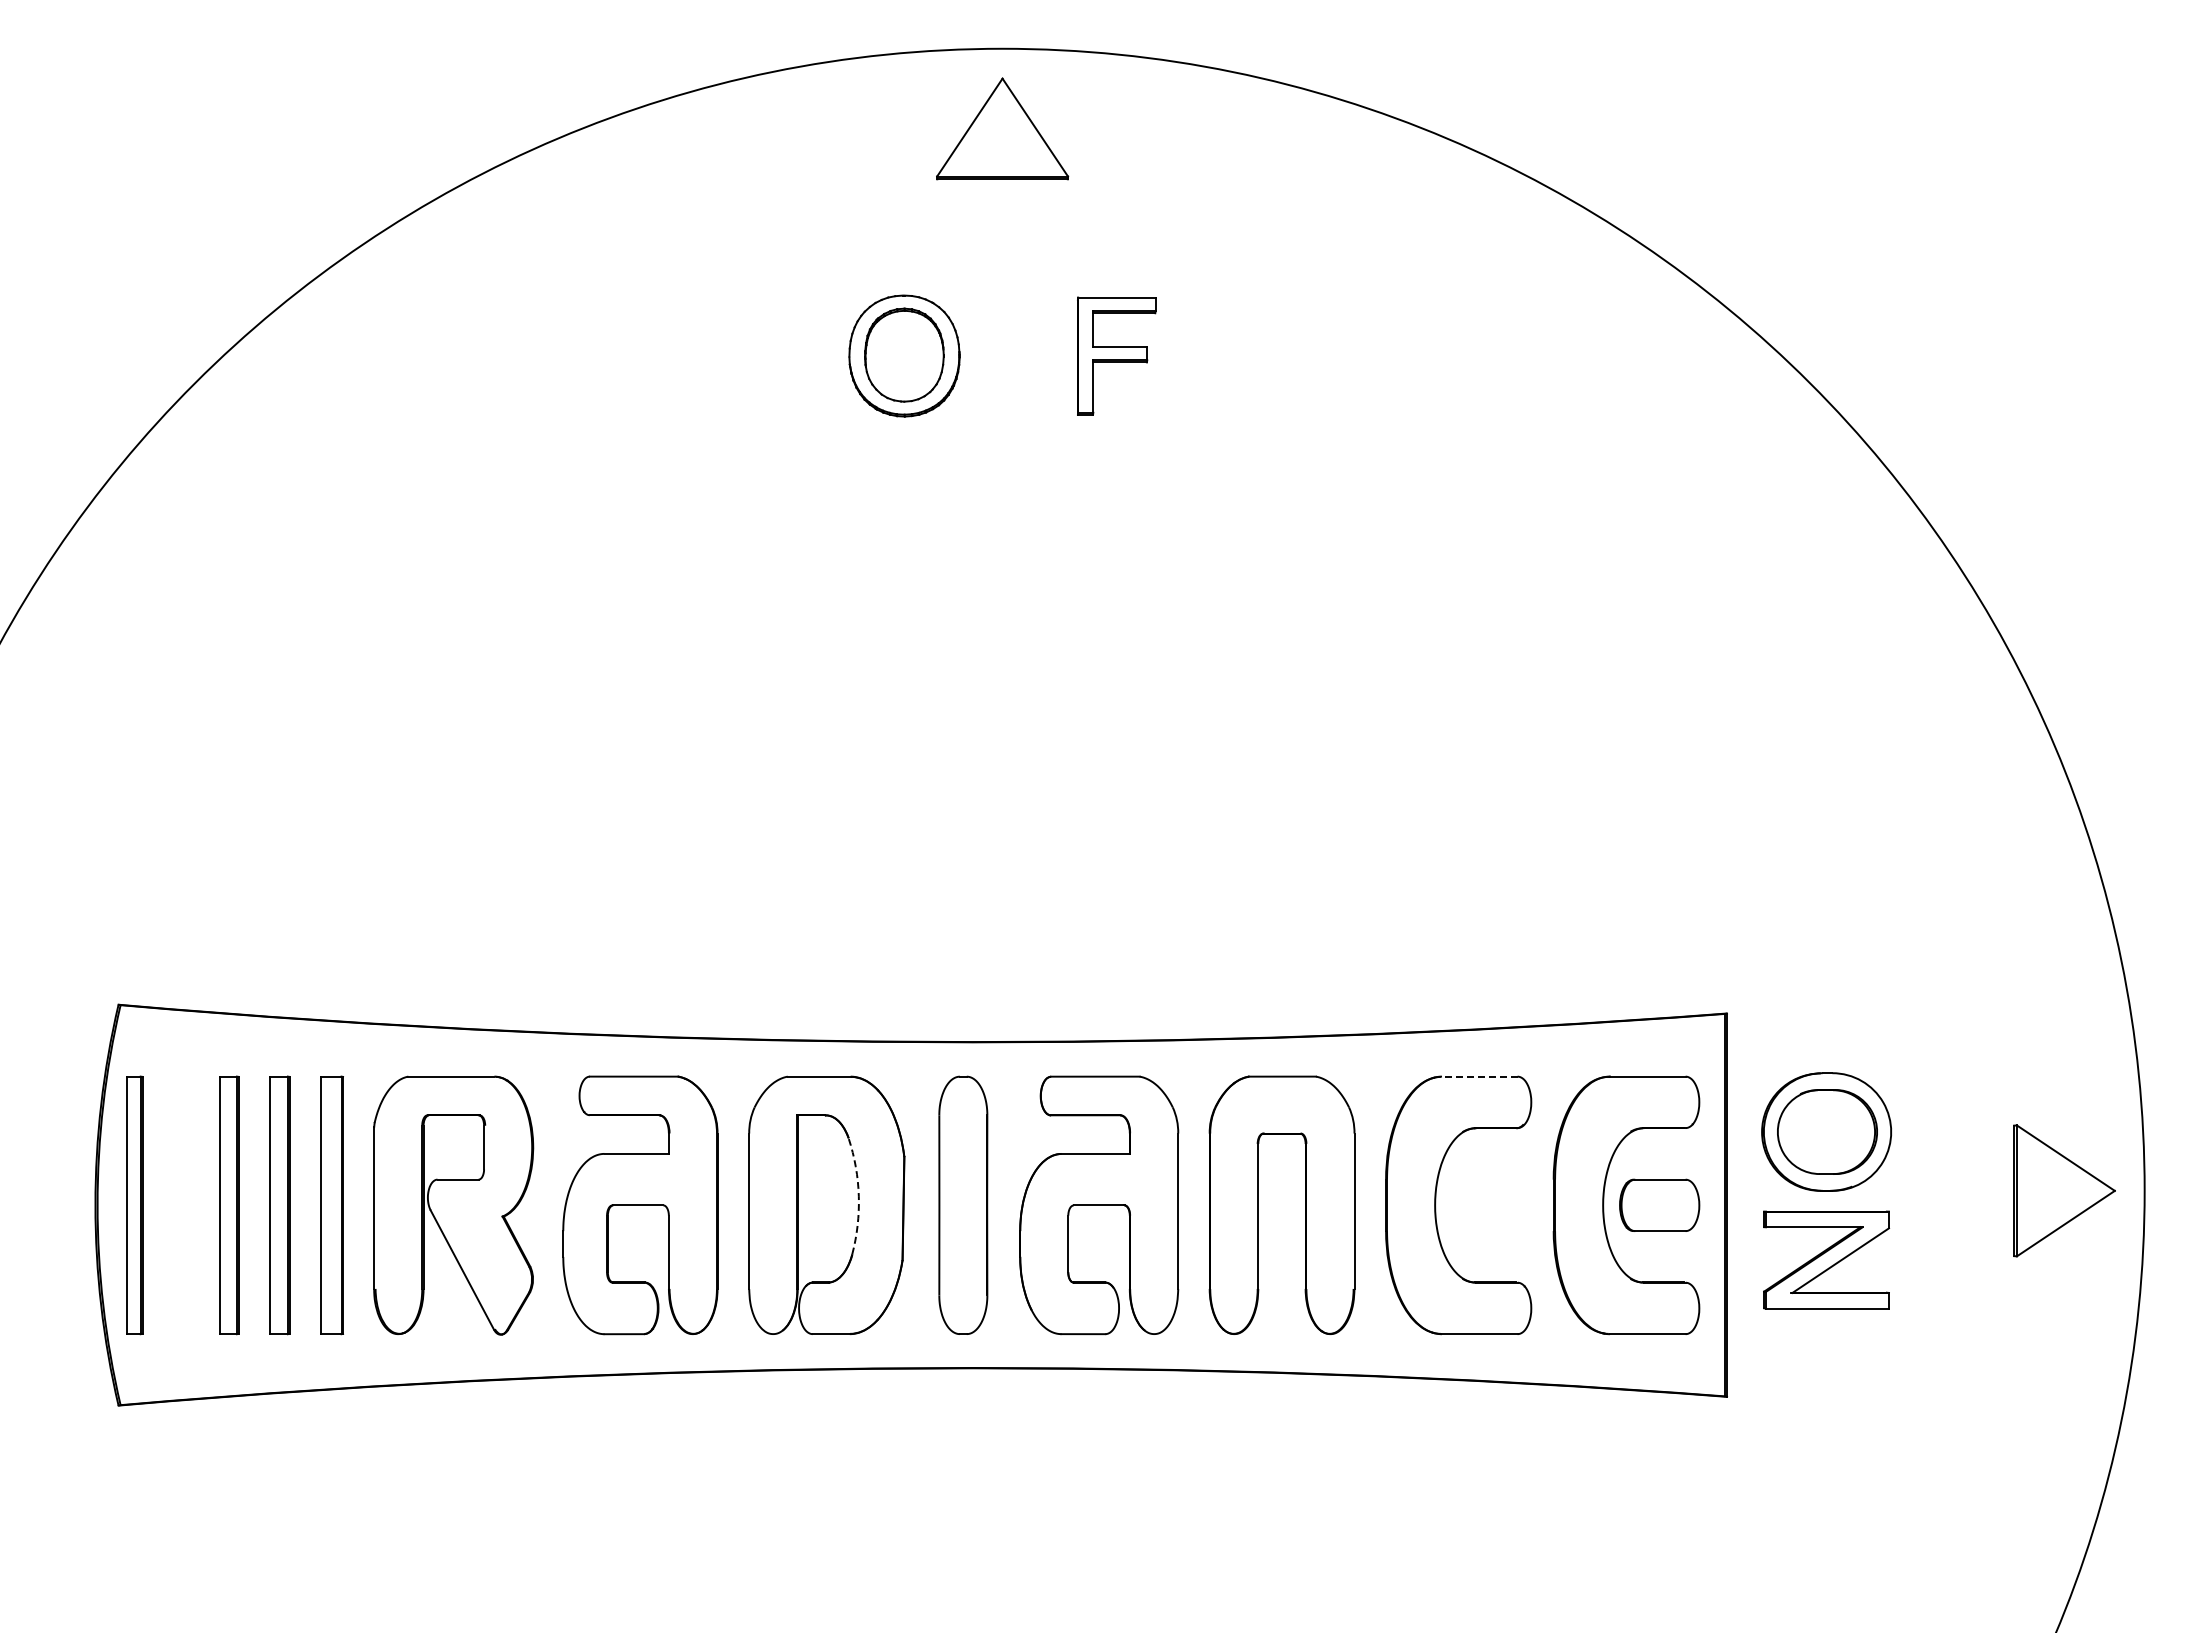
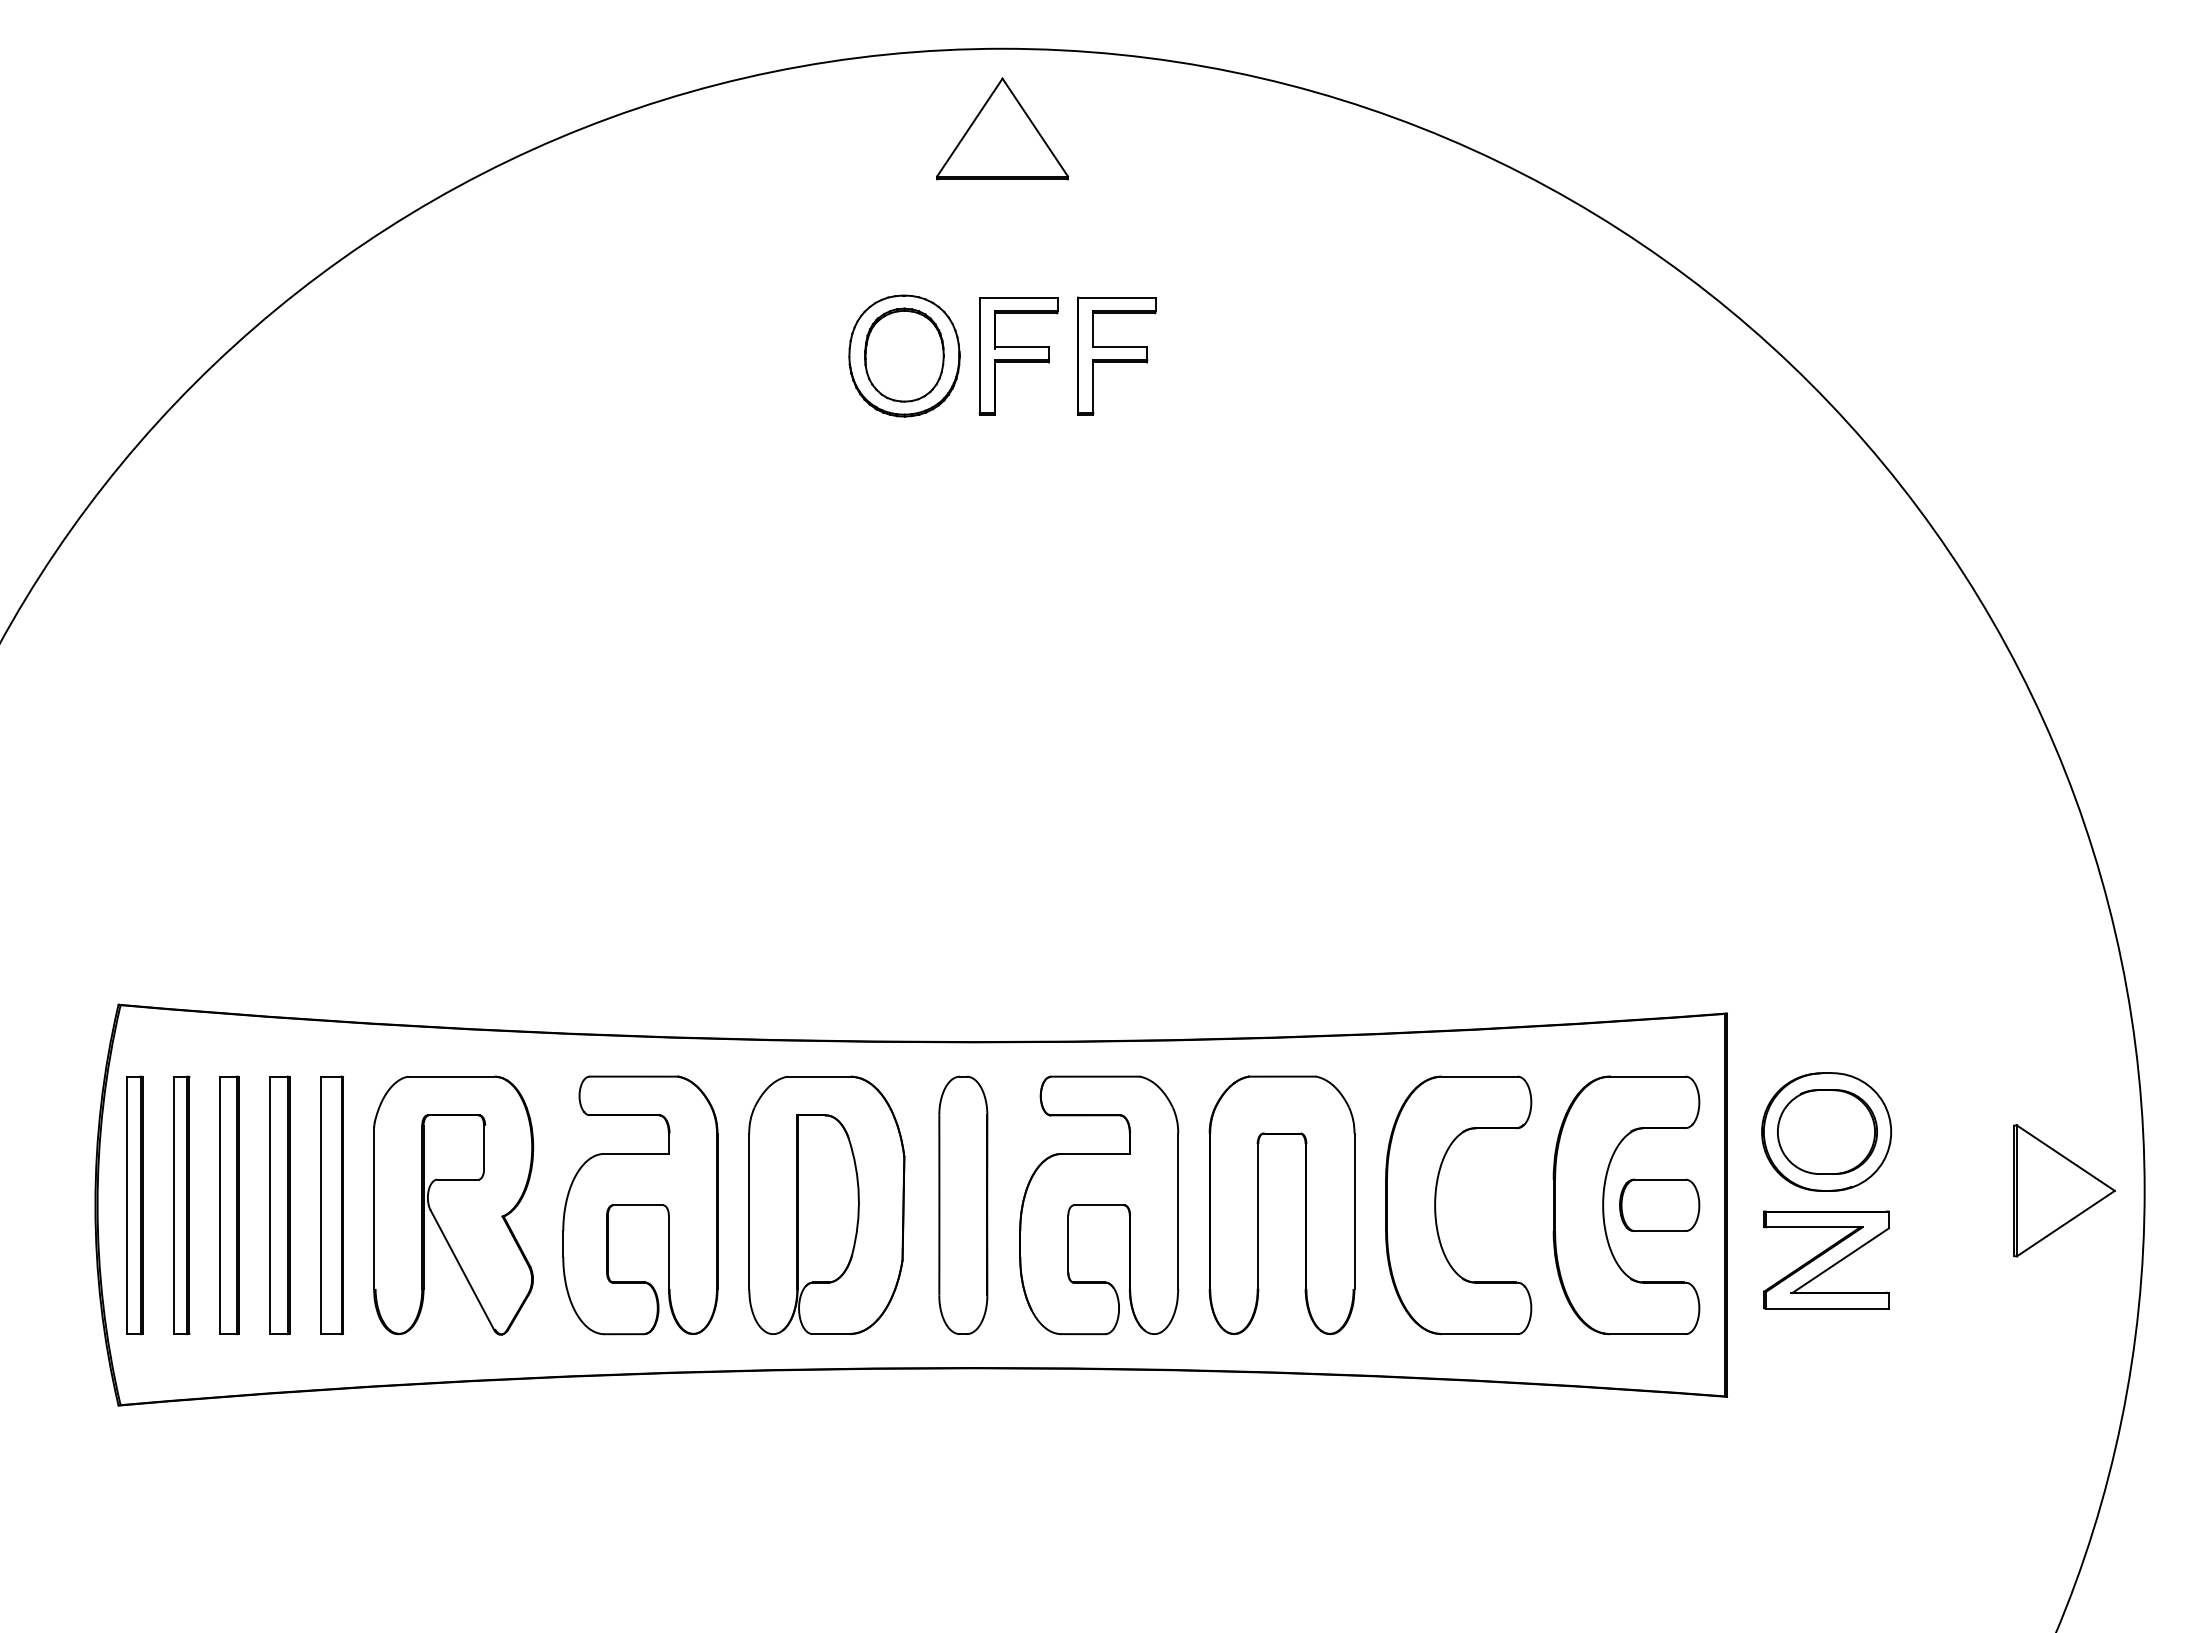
part at (1018, 356): none -> present
line at (1479, 1076): dashed -> solid
arc at (858, 1196): dashed -> solid
part at (181, 1205): none -> present
